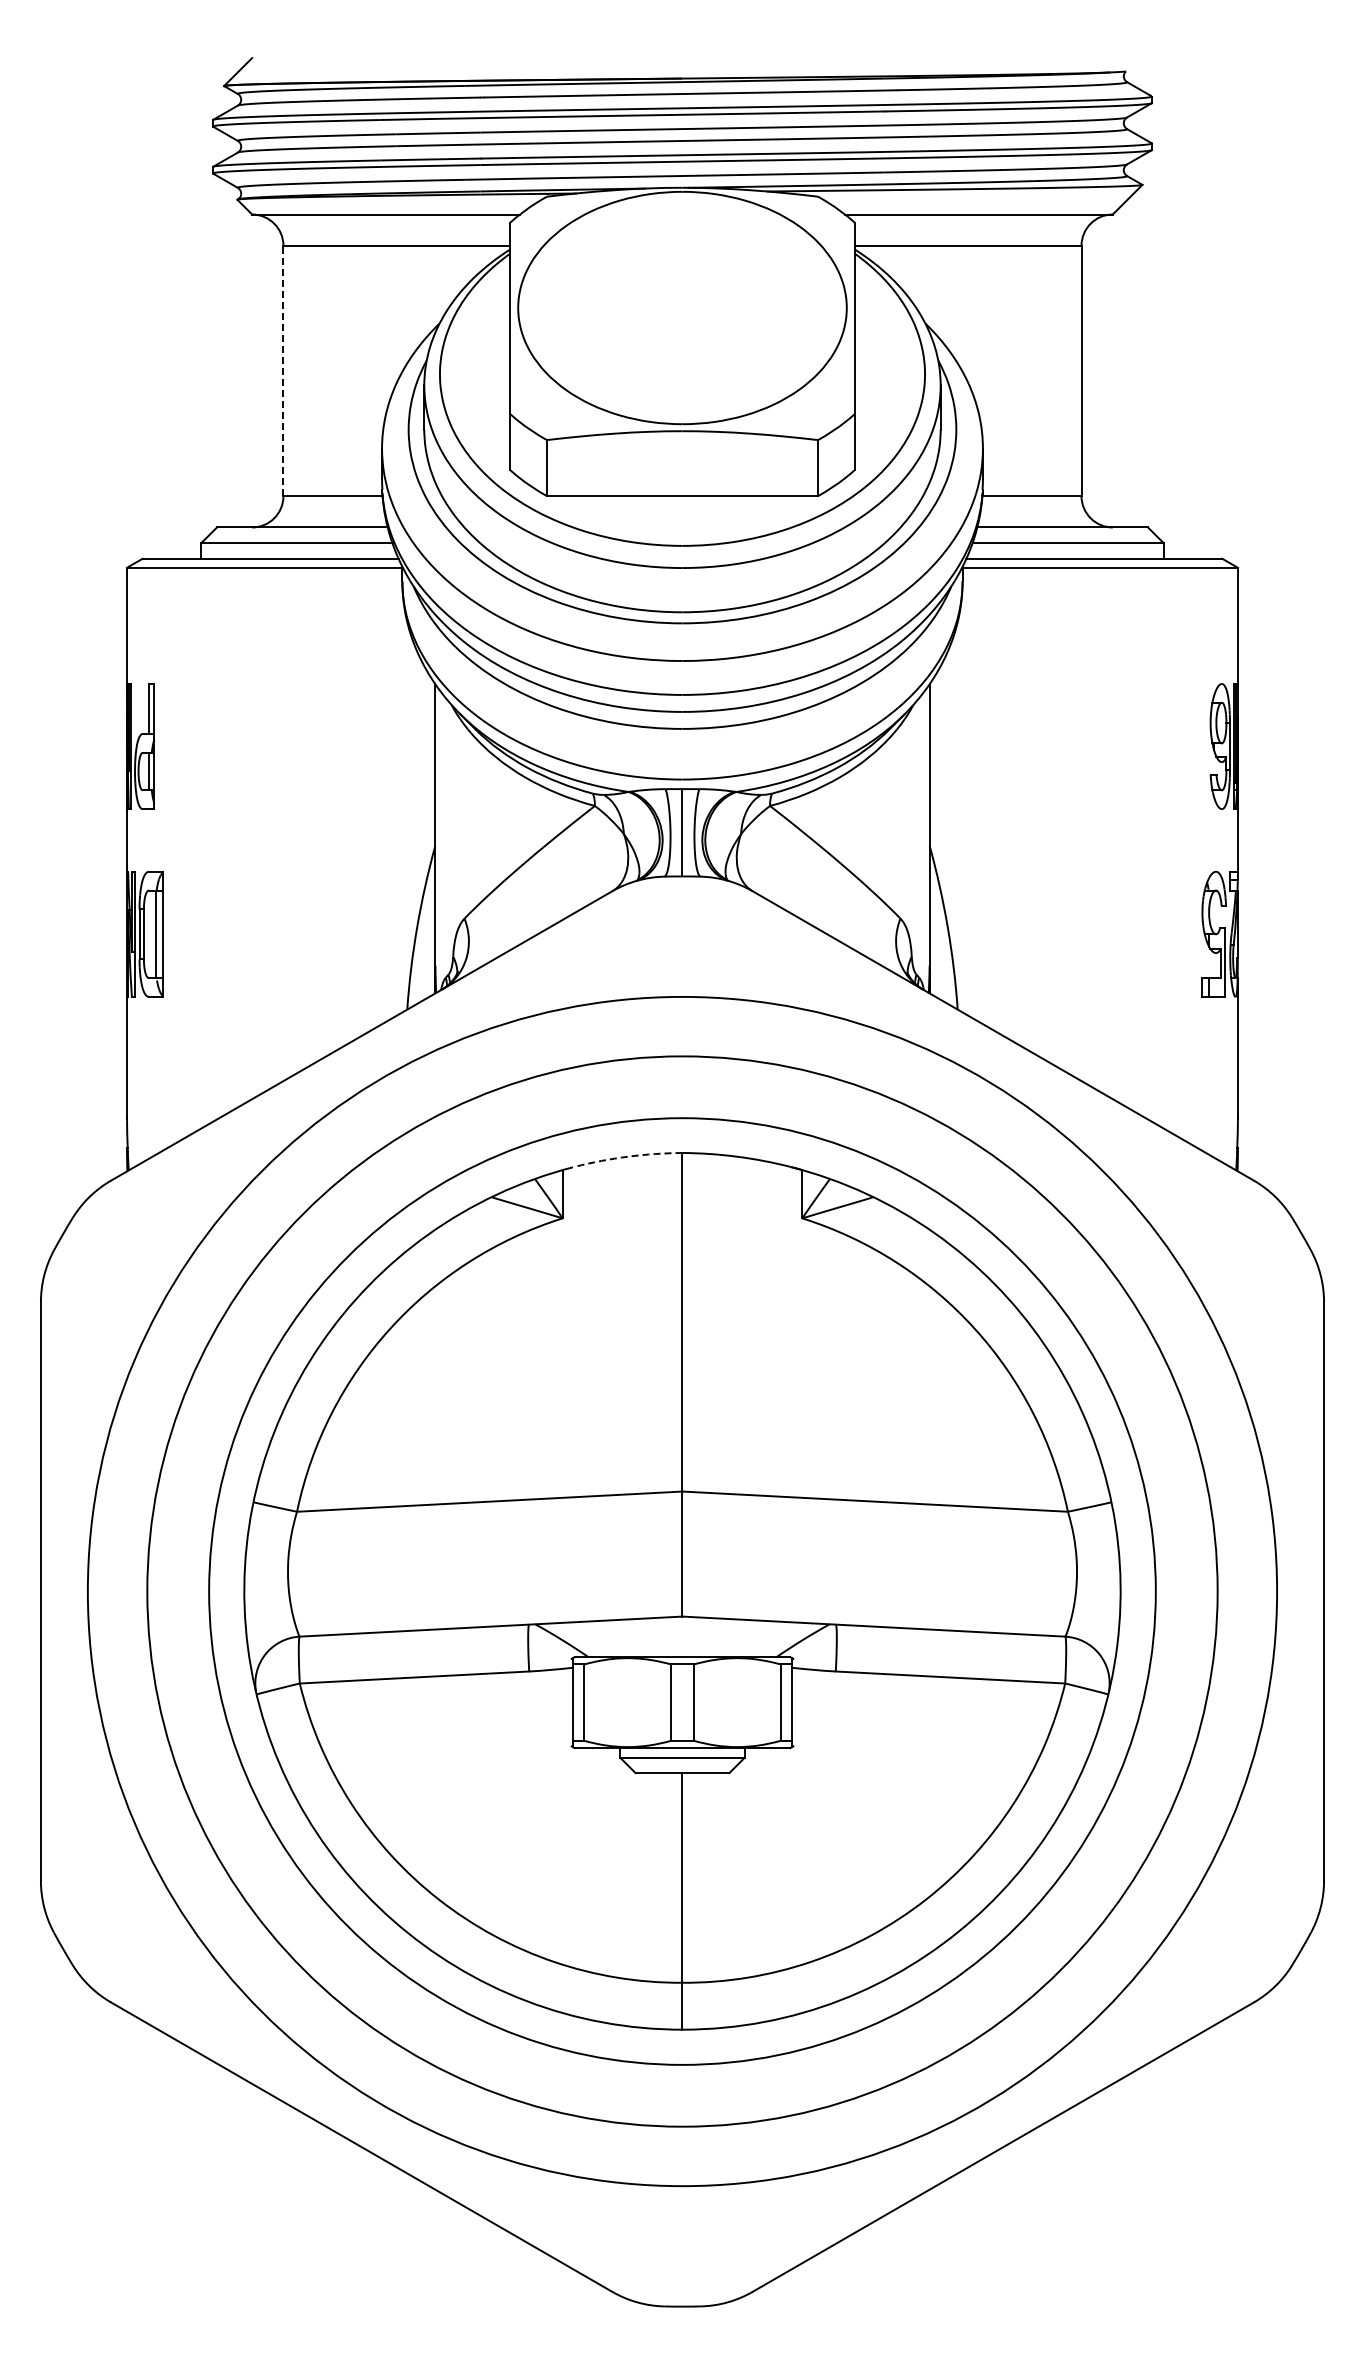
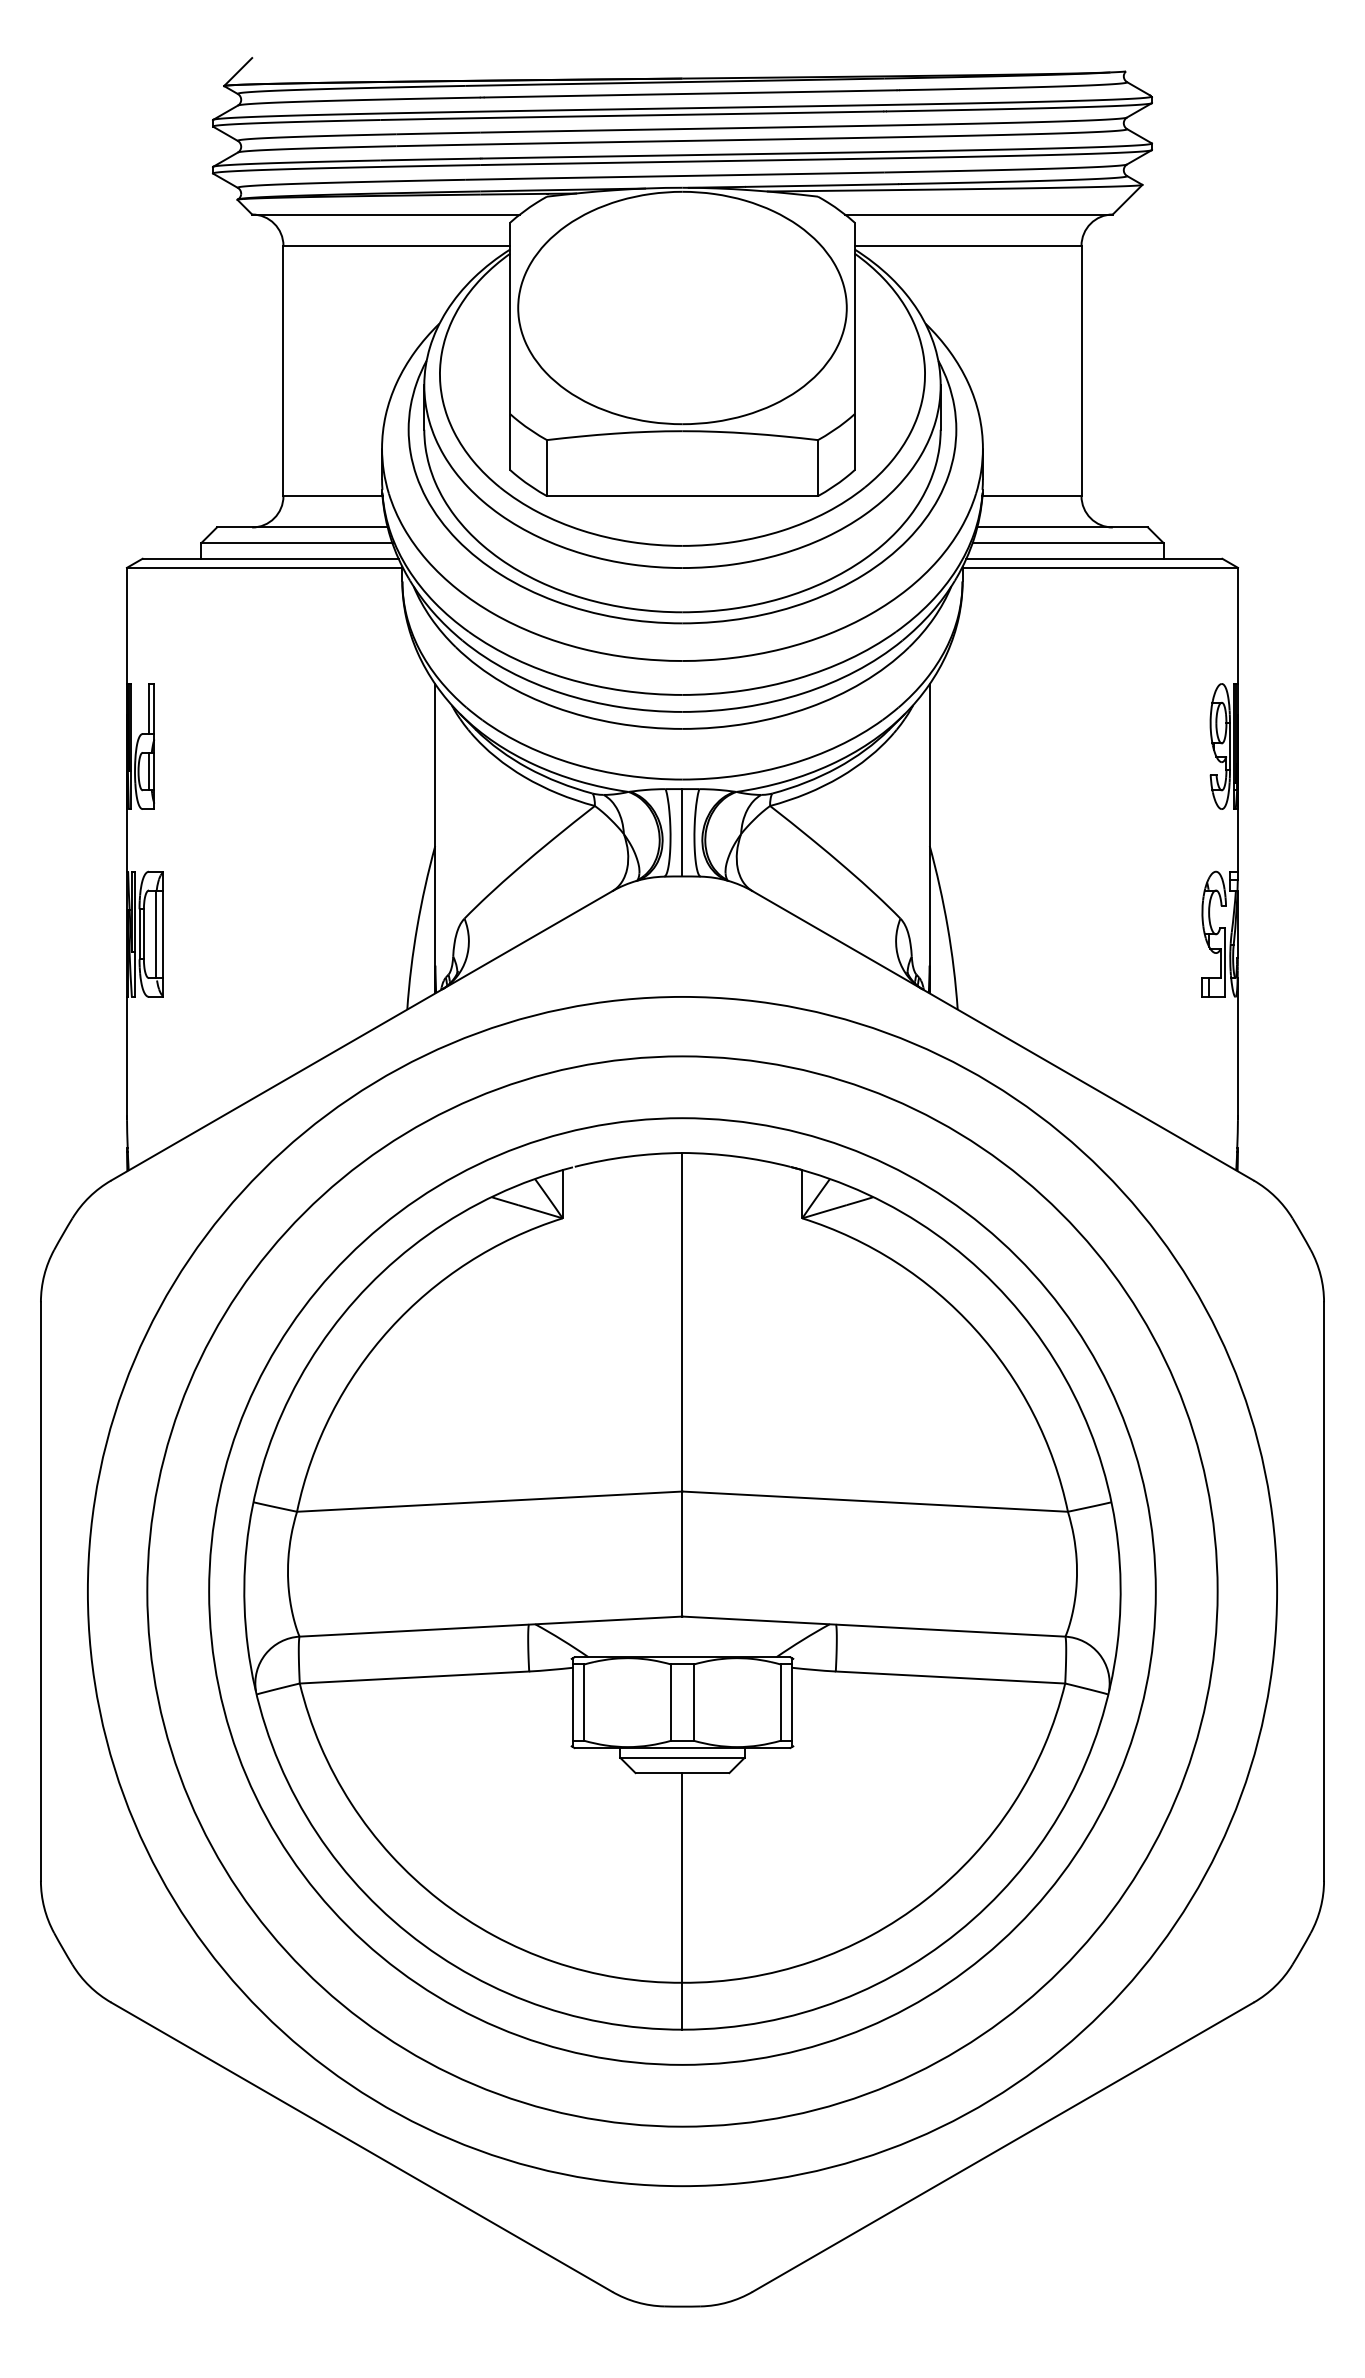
line at (283, 370): dashed -> solid
arc at (628, 1156): dashed -> solid
